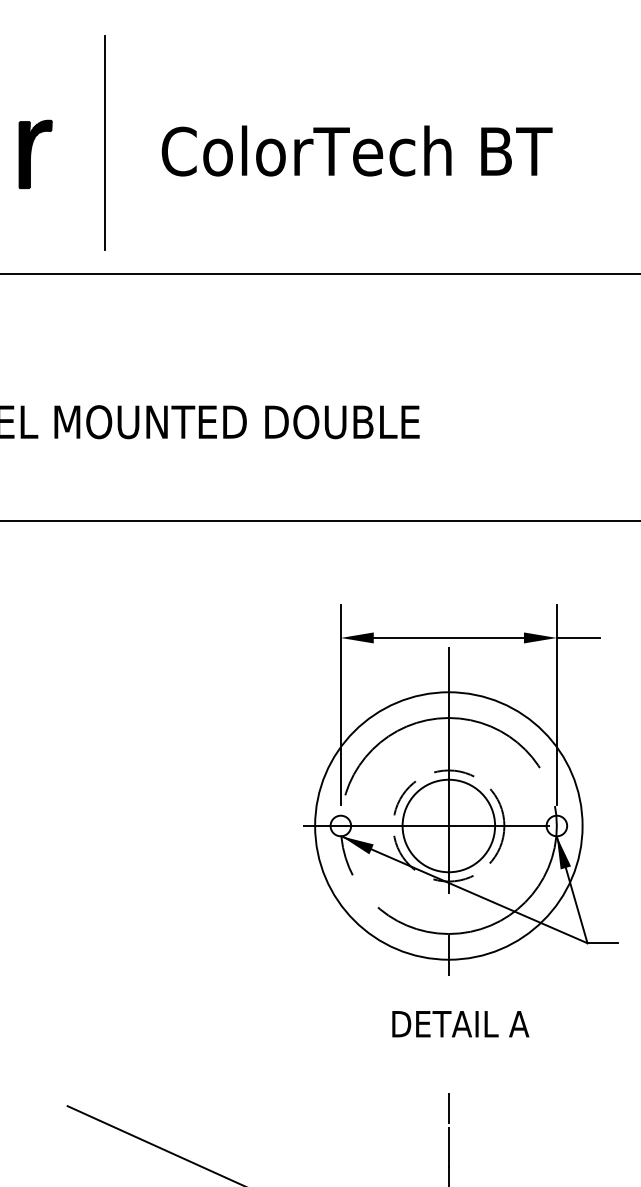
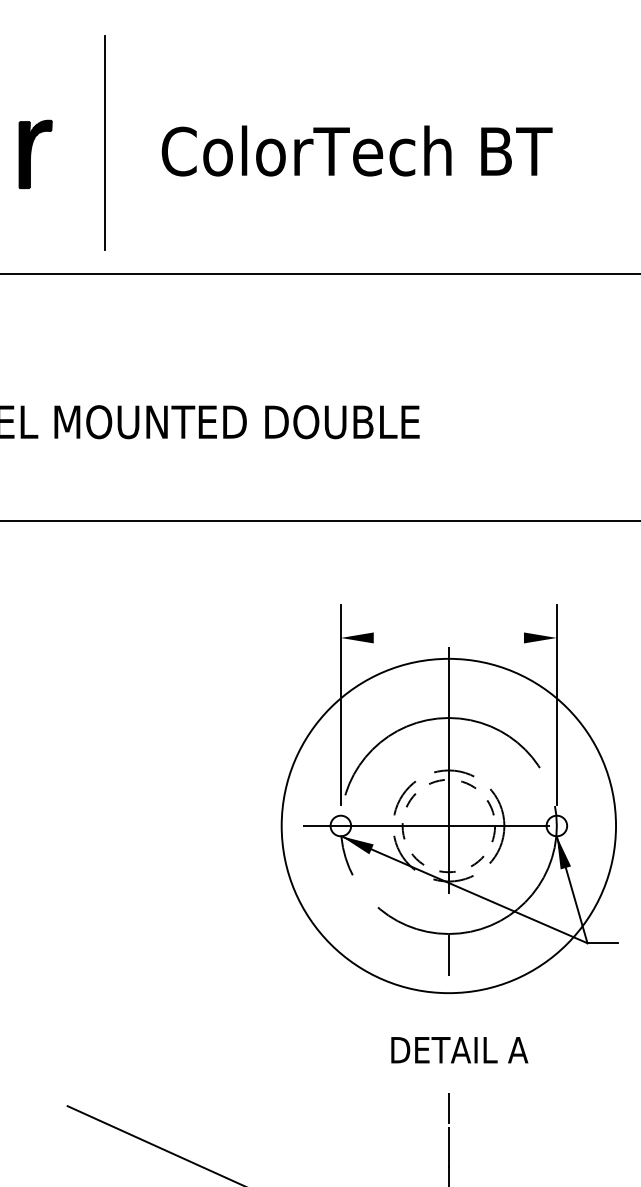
line at (448, 637): present -> none
line at (578, 637): present -> none
circle at (448, 825) diameter: 267 px -> 334 px
circle at (448, 825): solid -> dashed
text at (460, 1024) position: (460, 1024) -> (459, 1050)
